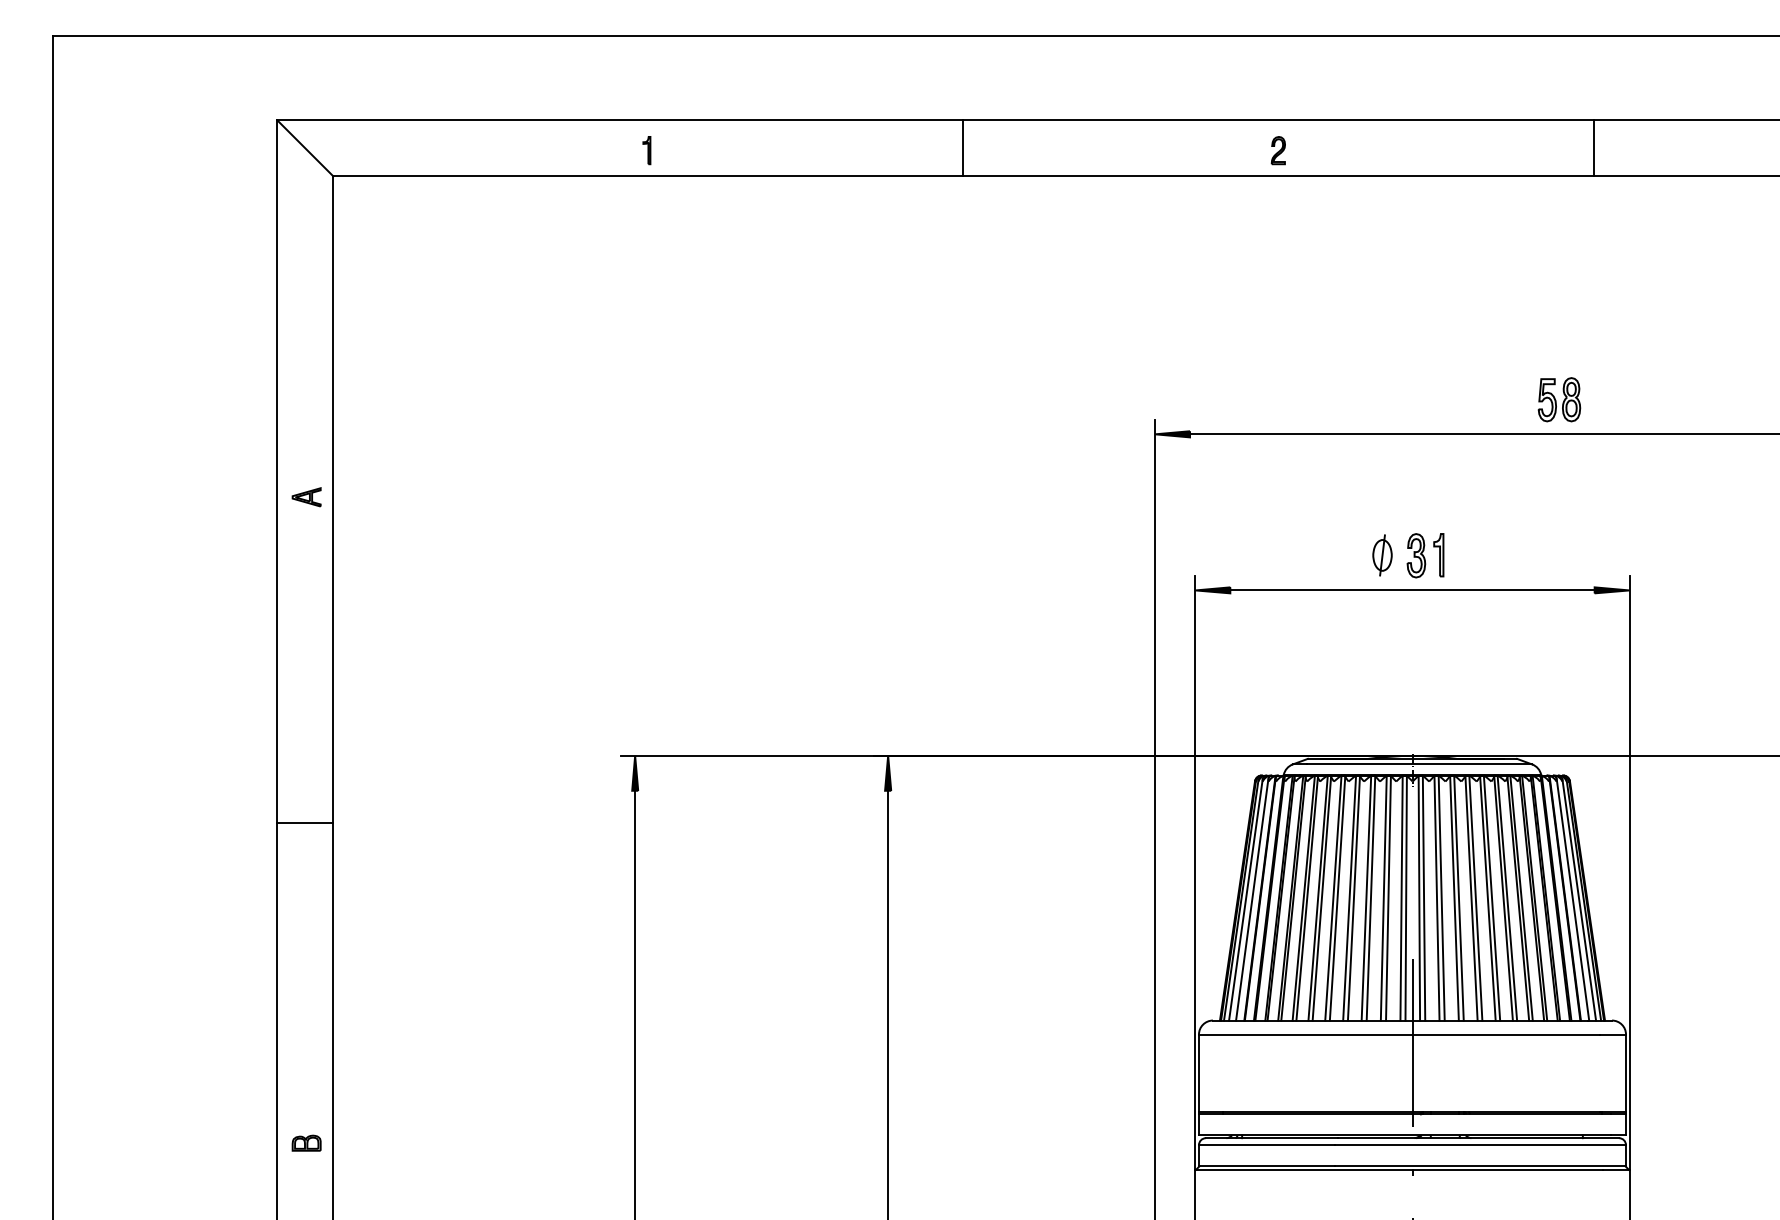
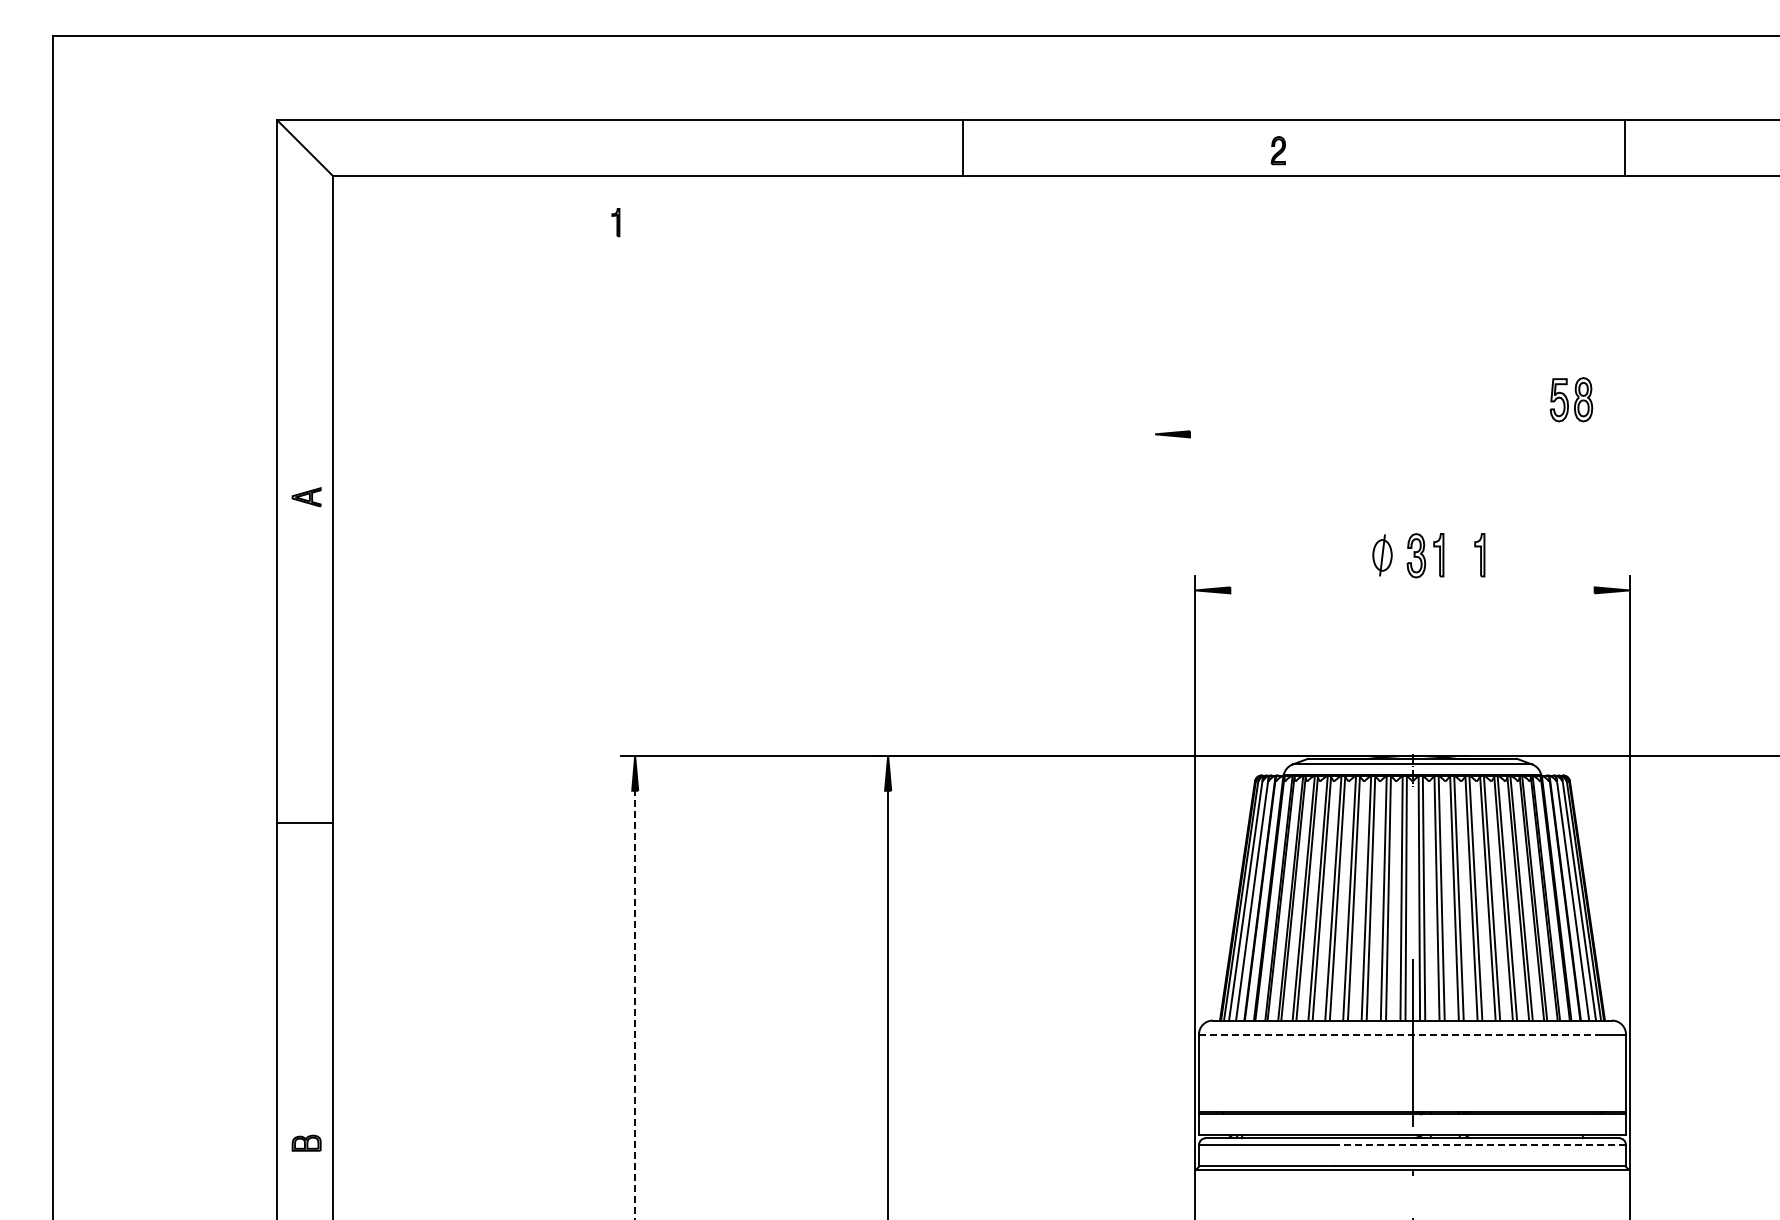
line at (1593, 148) position: (1593, 148) -> (1624, 148)
part at (646, 150) position: (646, 150) -> (615, 222)
part at (1559, 399) position: (1559, 399) -> (1571, 399)
line at (1483, 434): present -> none
part at (1479, 555): none -> present
line at (1412, 590): present -> none
line at (1155, 818): present -> none
line at (635, 1004): solid -> dashed
line at (1399, 1034): solid -> dashed
line at (1480, 1145): solid -> dashed
